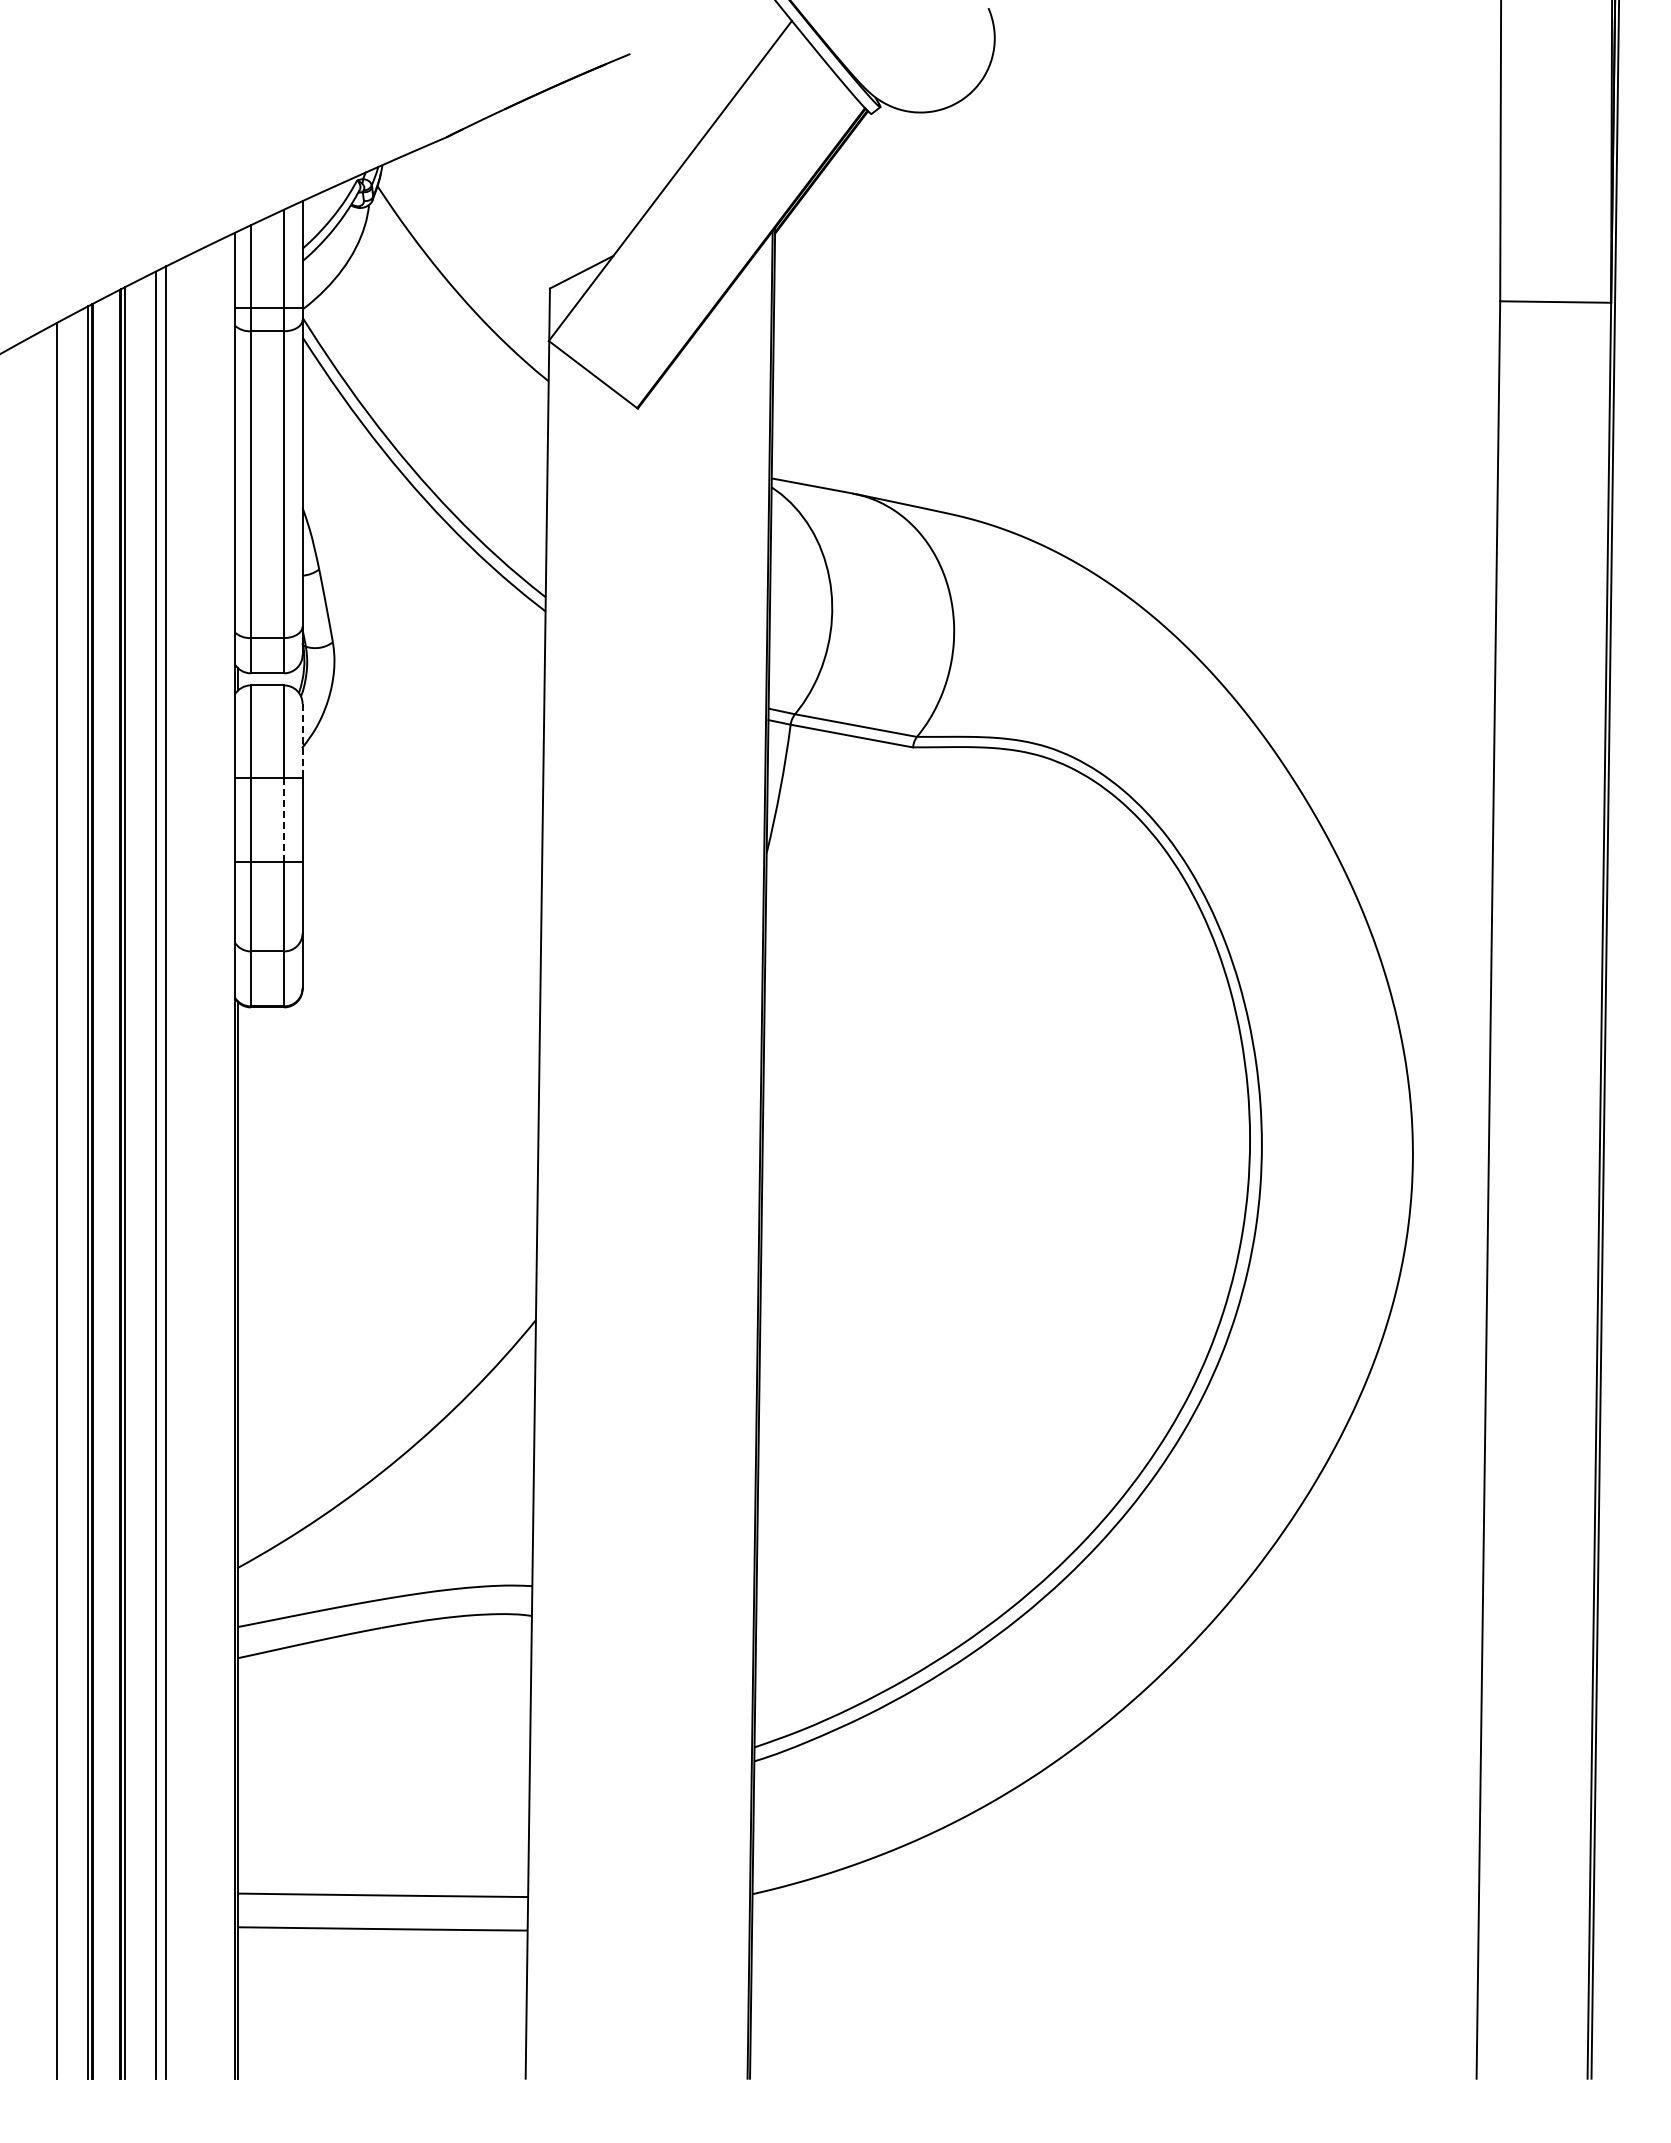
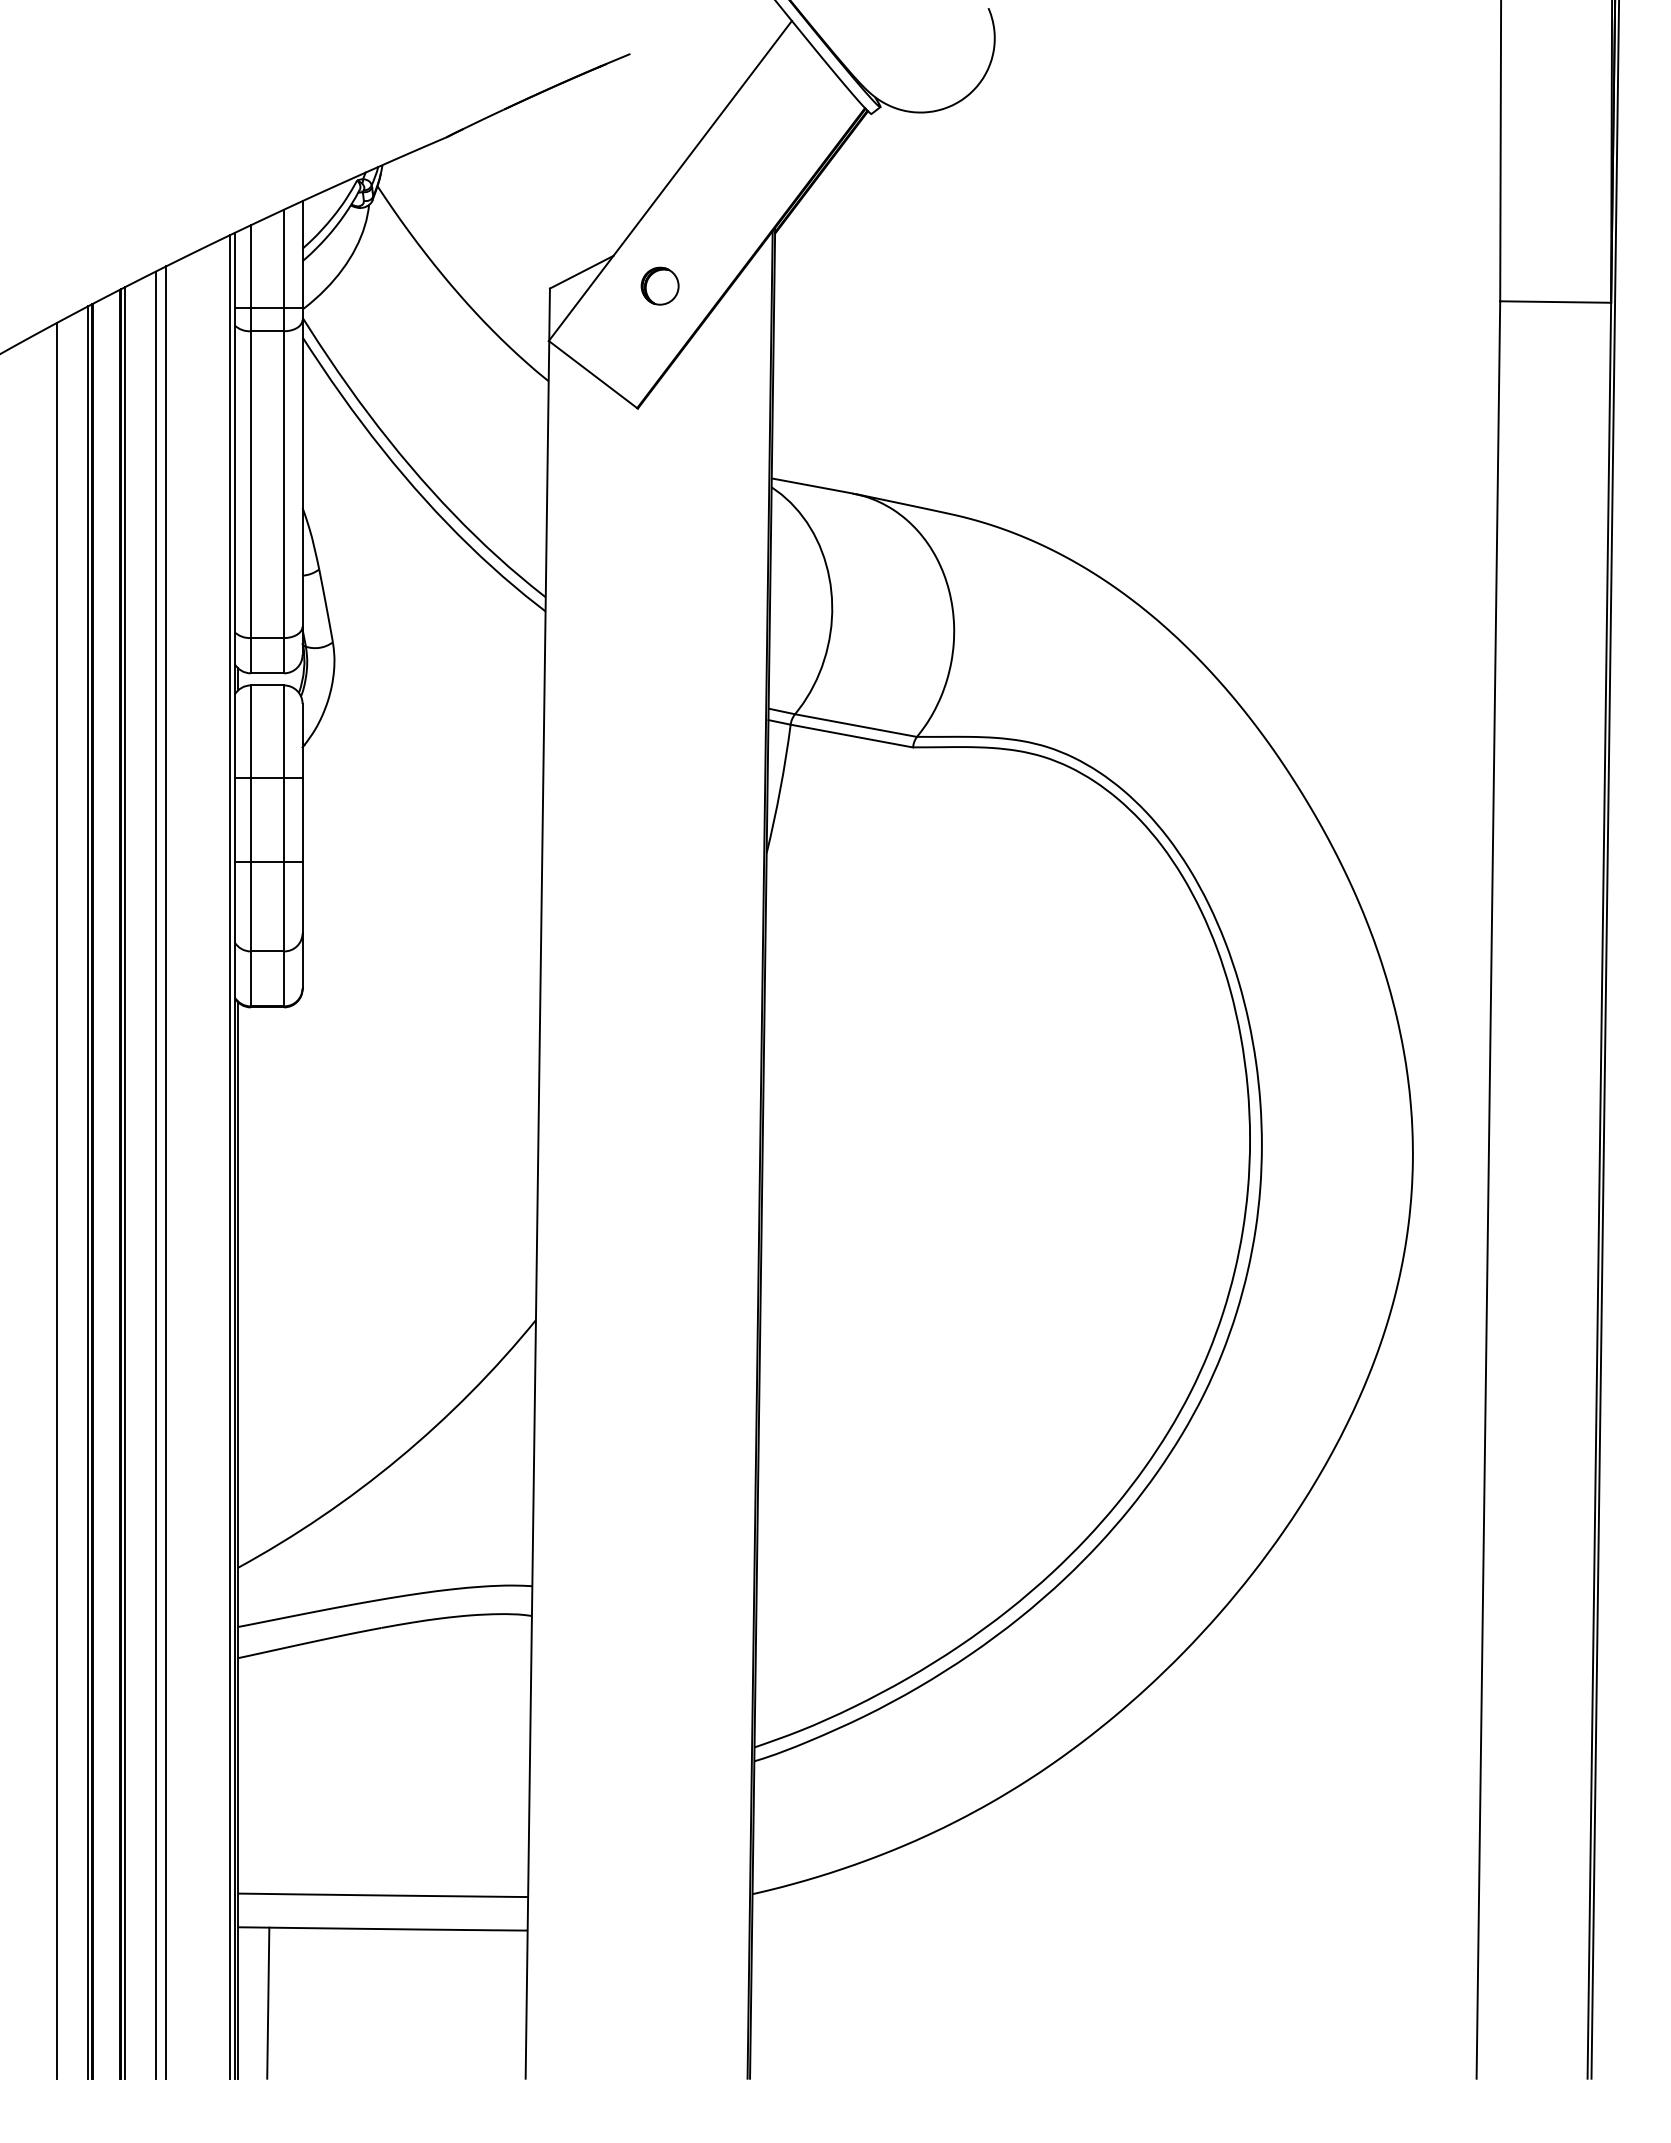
part at (659, 285): none -> present
line at (302, 740): dashed -> solid
line at (284, 819): dashed -> solid
line at (230, 1156): none -> present
line at (268, 2002): none -> present
